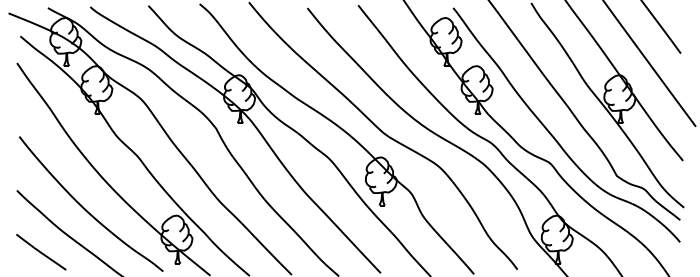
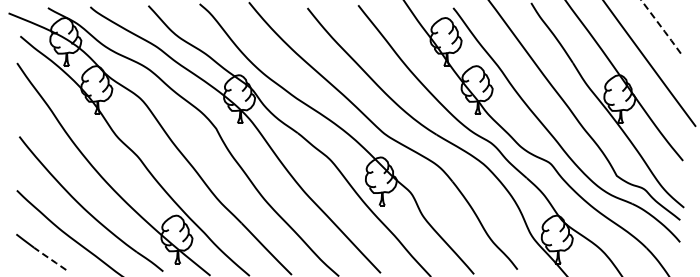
line at (661, 27): solid -> dashed
line at (49, 258): solid -> dashed
